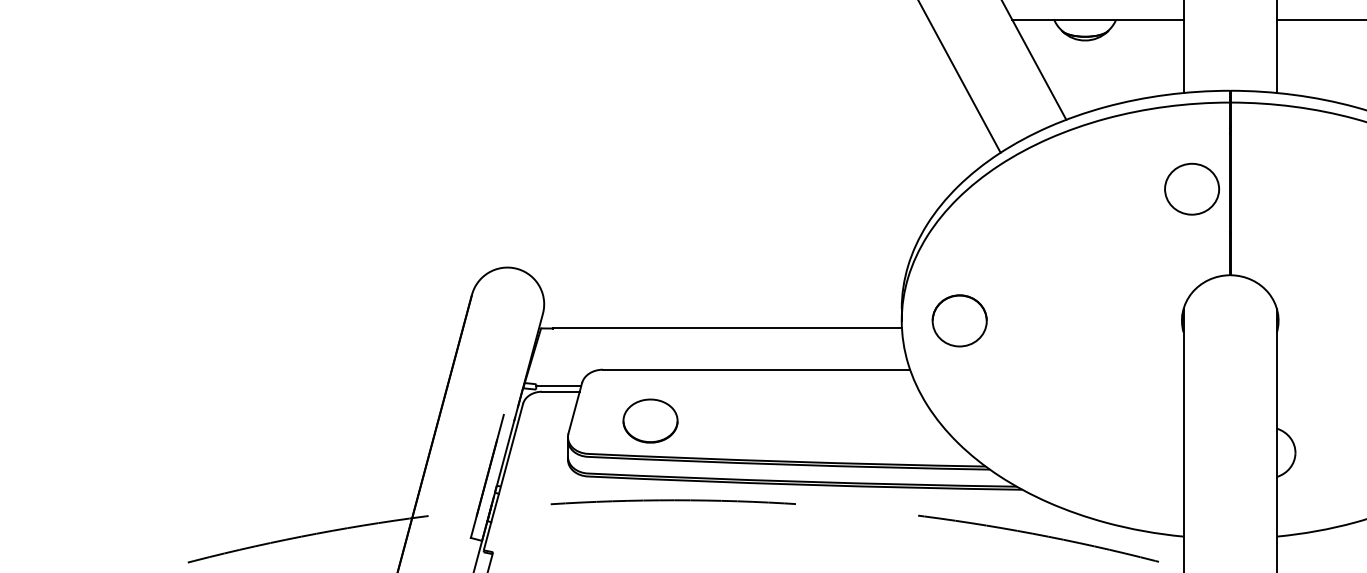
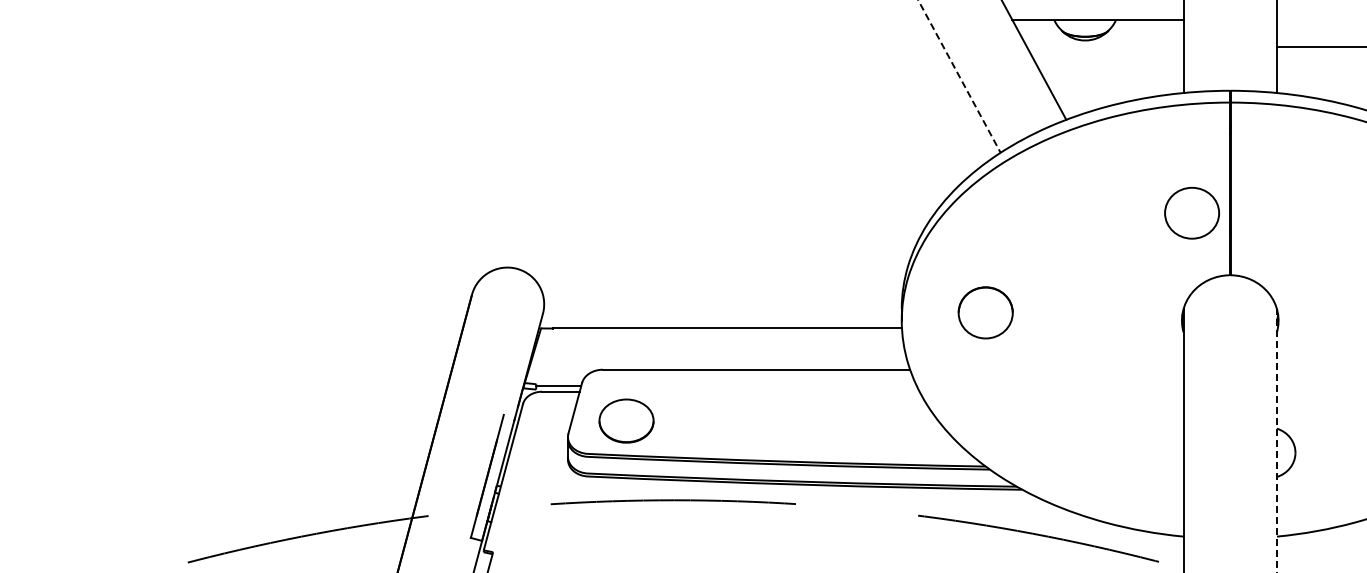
line at (1319, 19) position: (1319, 19) -> (1319, 46)
line at (959, 77): solid -> dashed
part at (1191, 188) position: (1191, 188) -> (1191, 212)
part at (959, 320) position: (959, 320) -> (985, 312)
part at (650, 420) position: (650, 420) -> (626, 420)
line at (1276, 440): solid -> dashed
